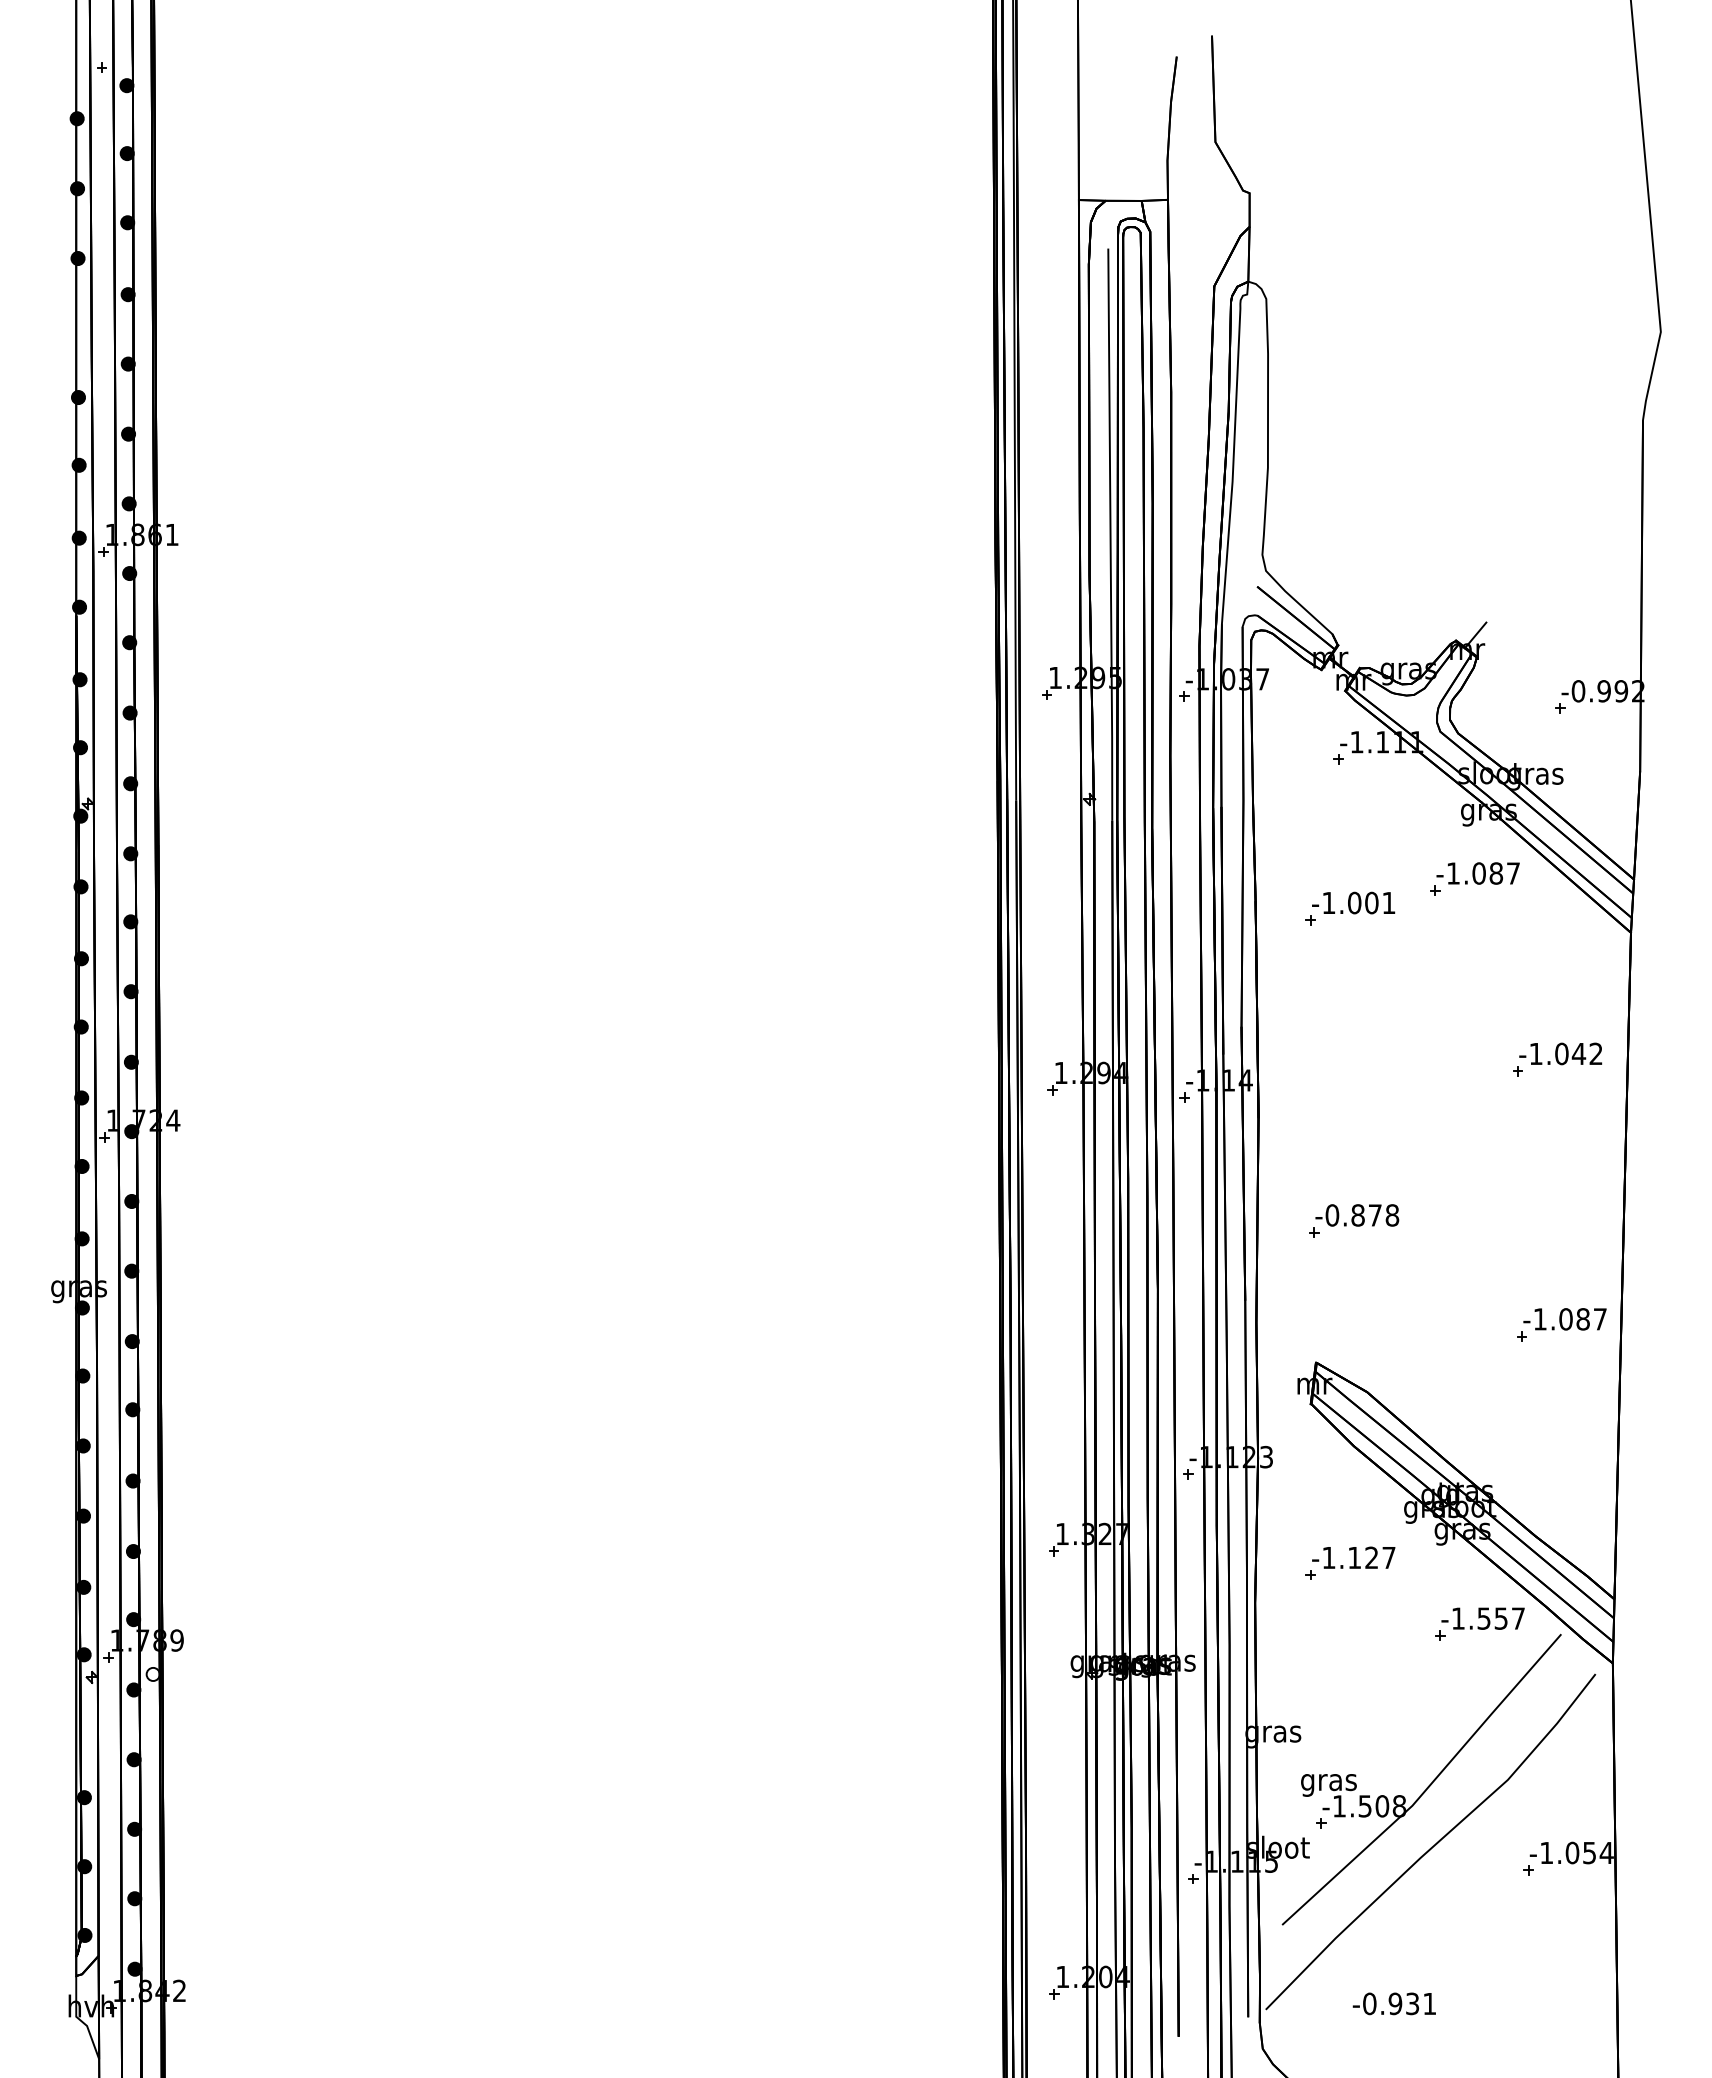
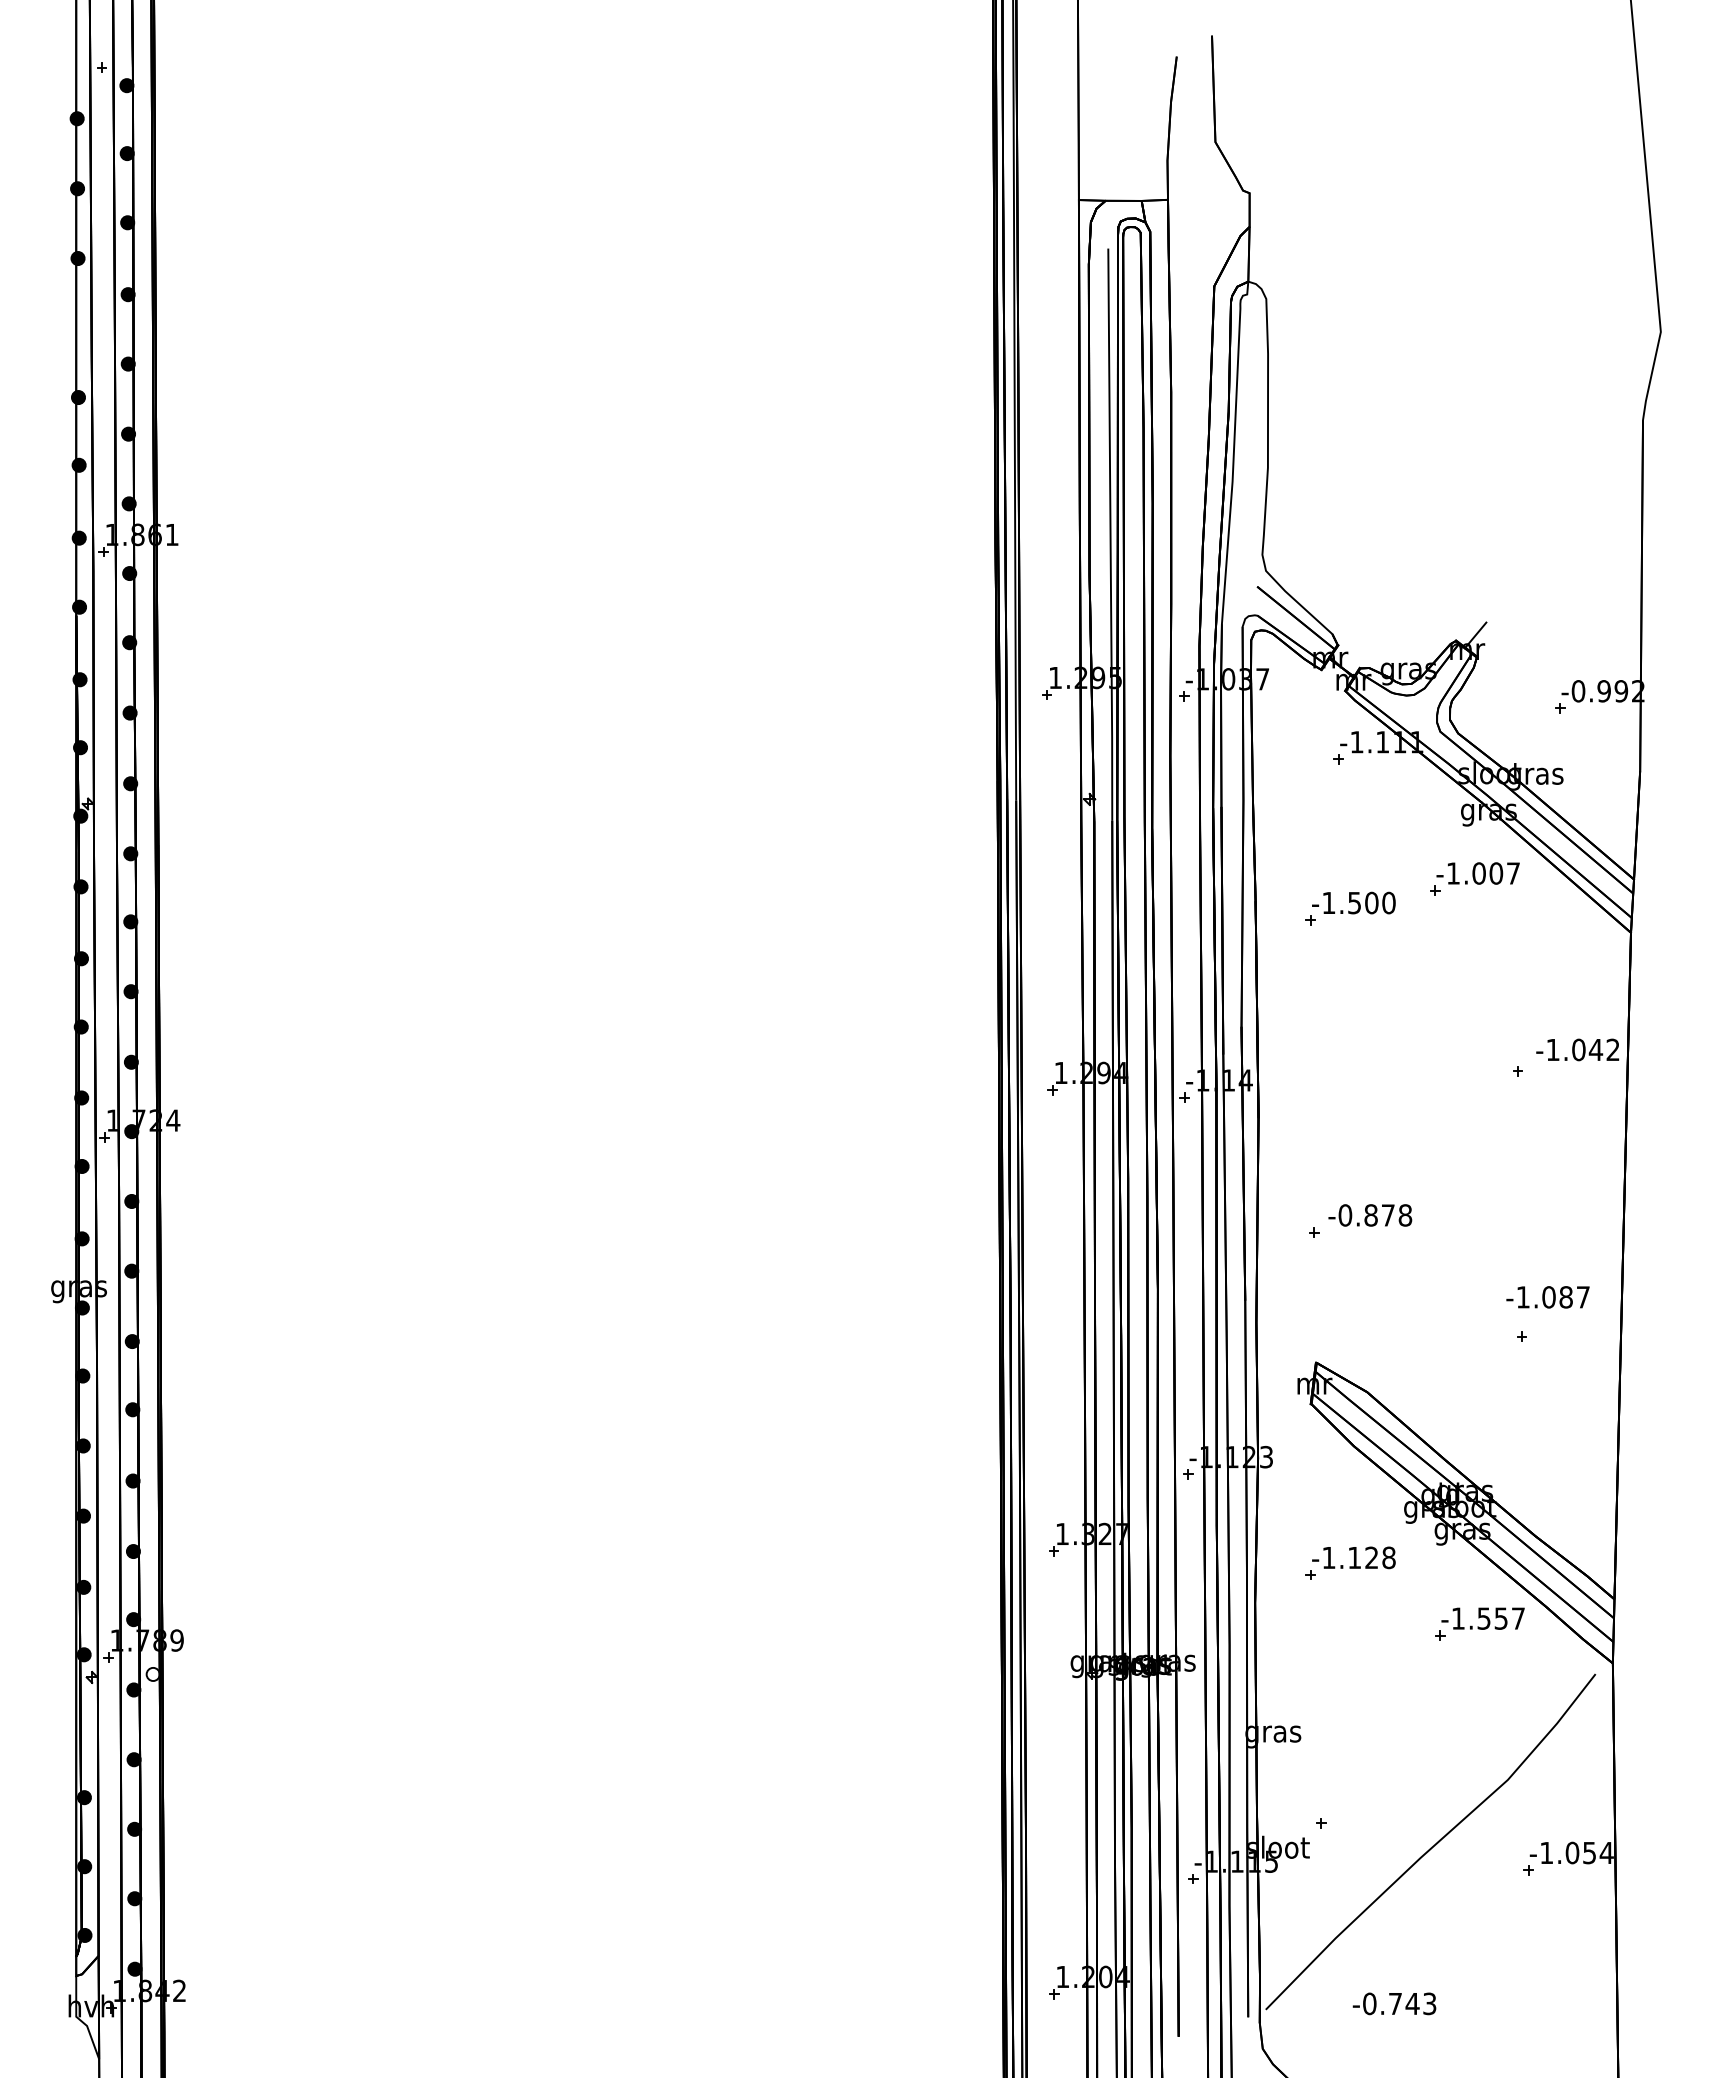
text at (1496, 873): -1.087 -> -1.007
text at (1371, 902): -1.001 -> -1.500
text at (1560, 1053) position: (1560, 1053) -> (1577, 1049)
text at (1357, 1215) position: (1357, 1215) -> (1370, 1215)
text at (1564, 1319) position: (1564, 1319) -> (1547, 1297)
text at (1388, 1557): -1.127 -> -1.128
part at (1428, 1785): present -> none
text at (1412, 2003): -0.931 -> -0.743
